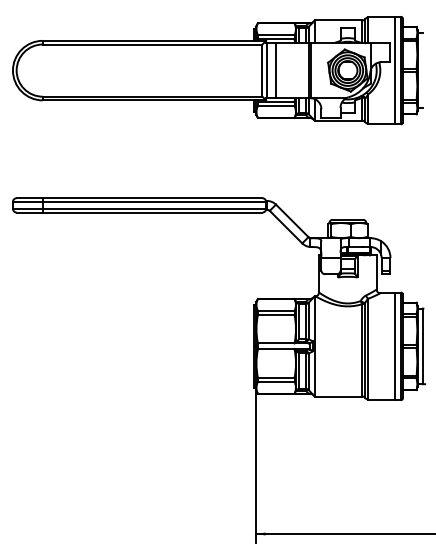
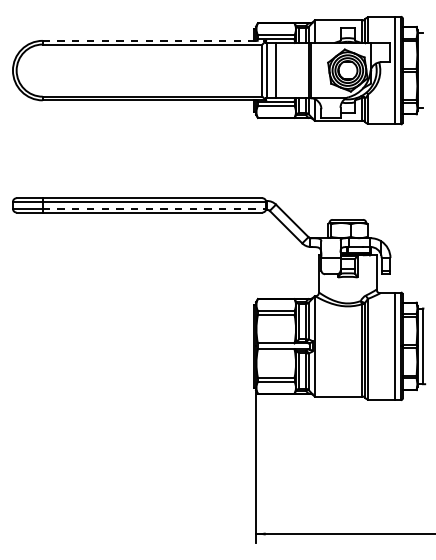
line at (154, 40): solid -> dashed
line at (154, 208): solid -> dashed
